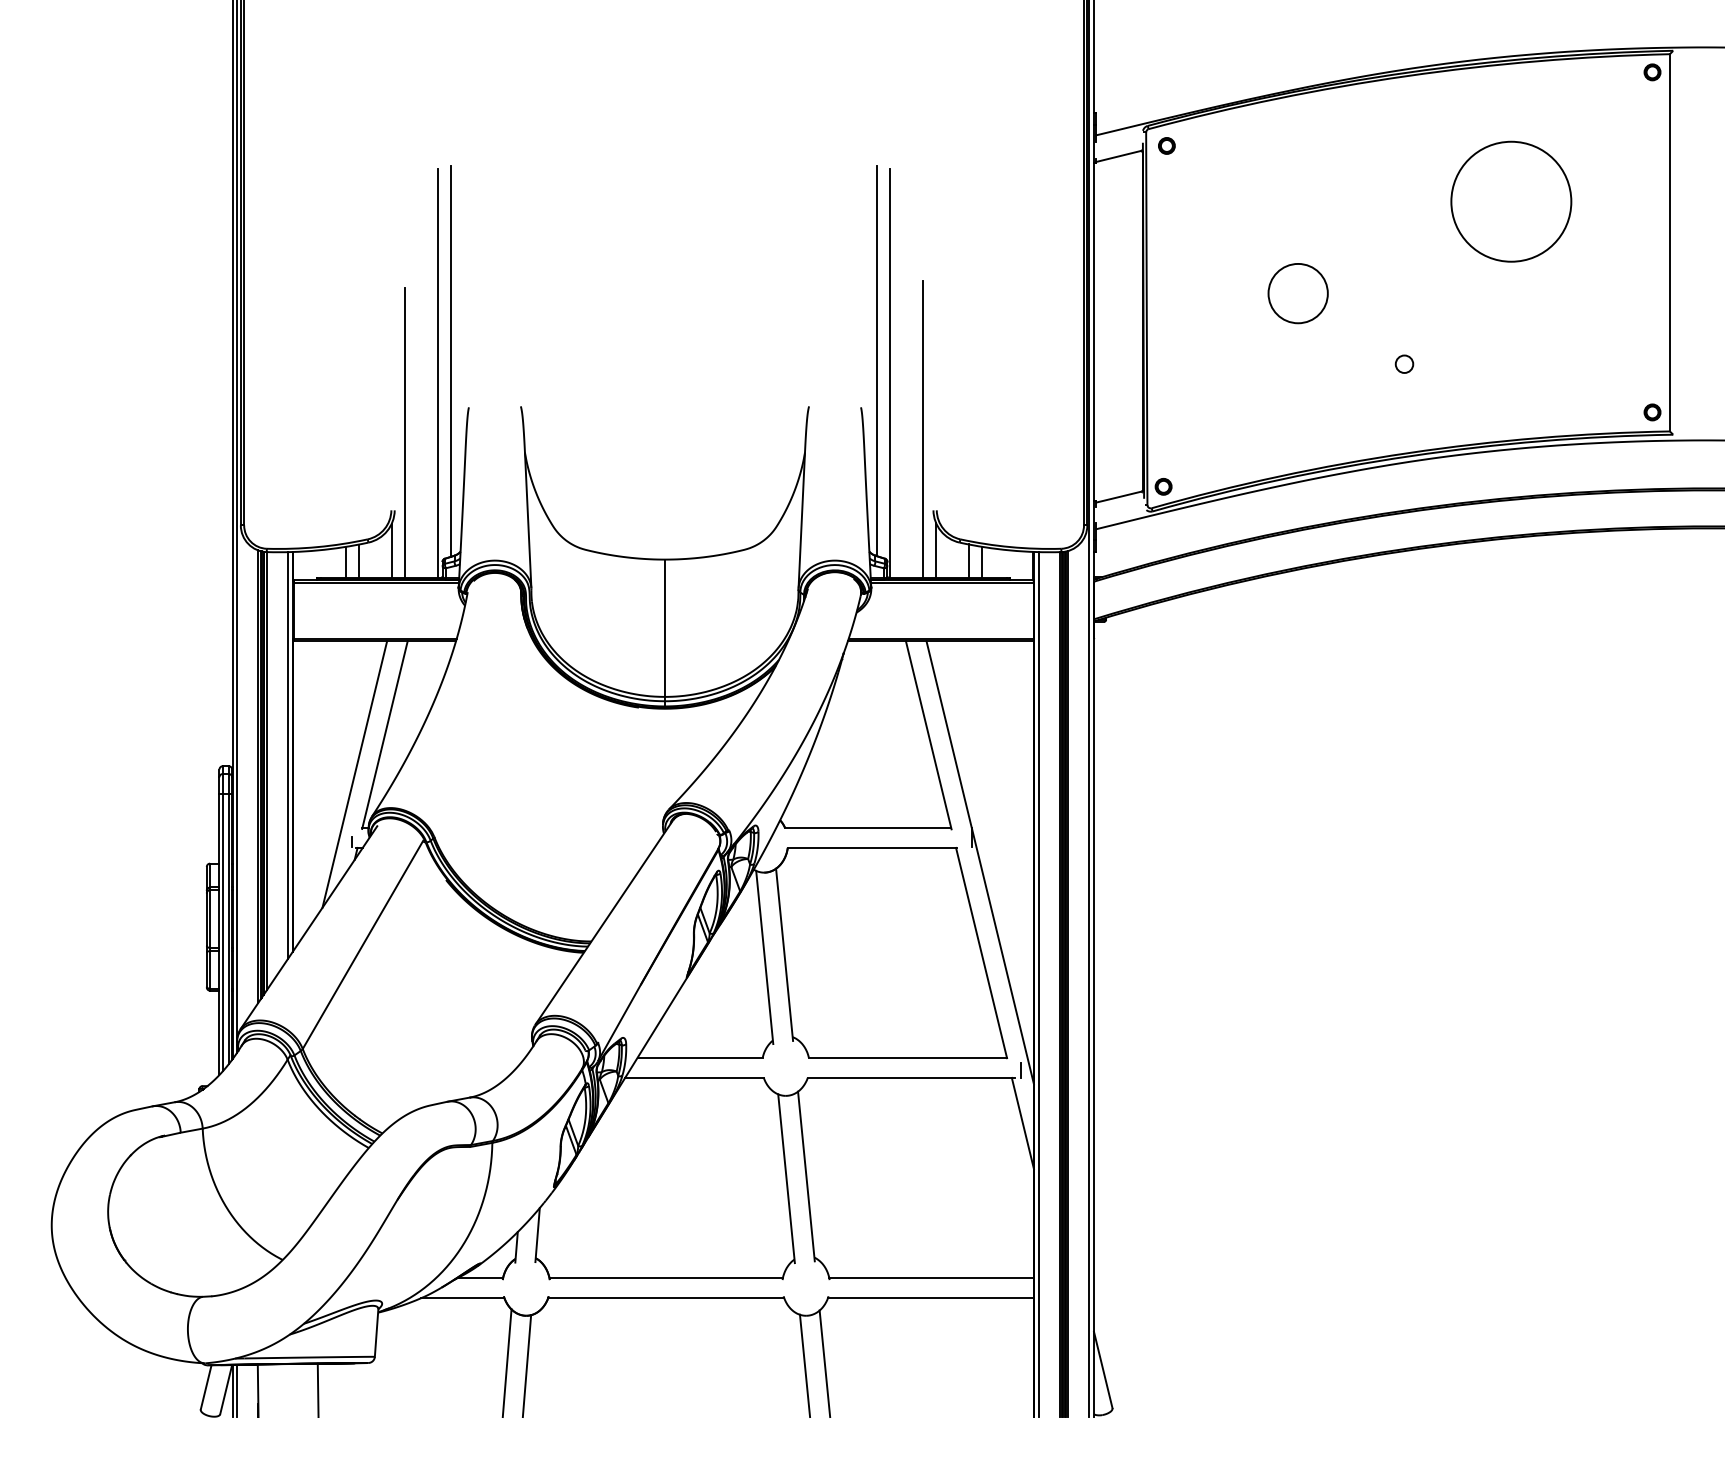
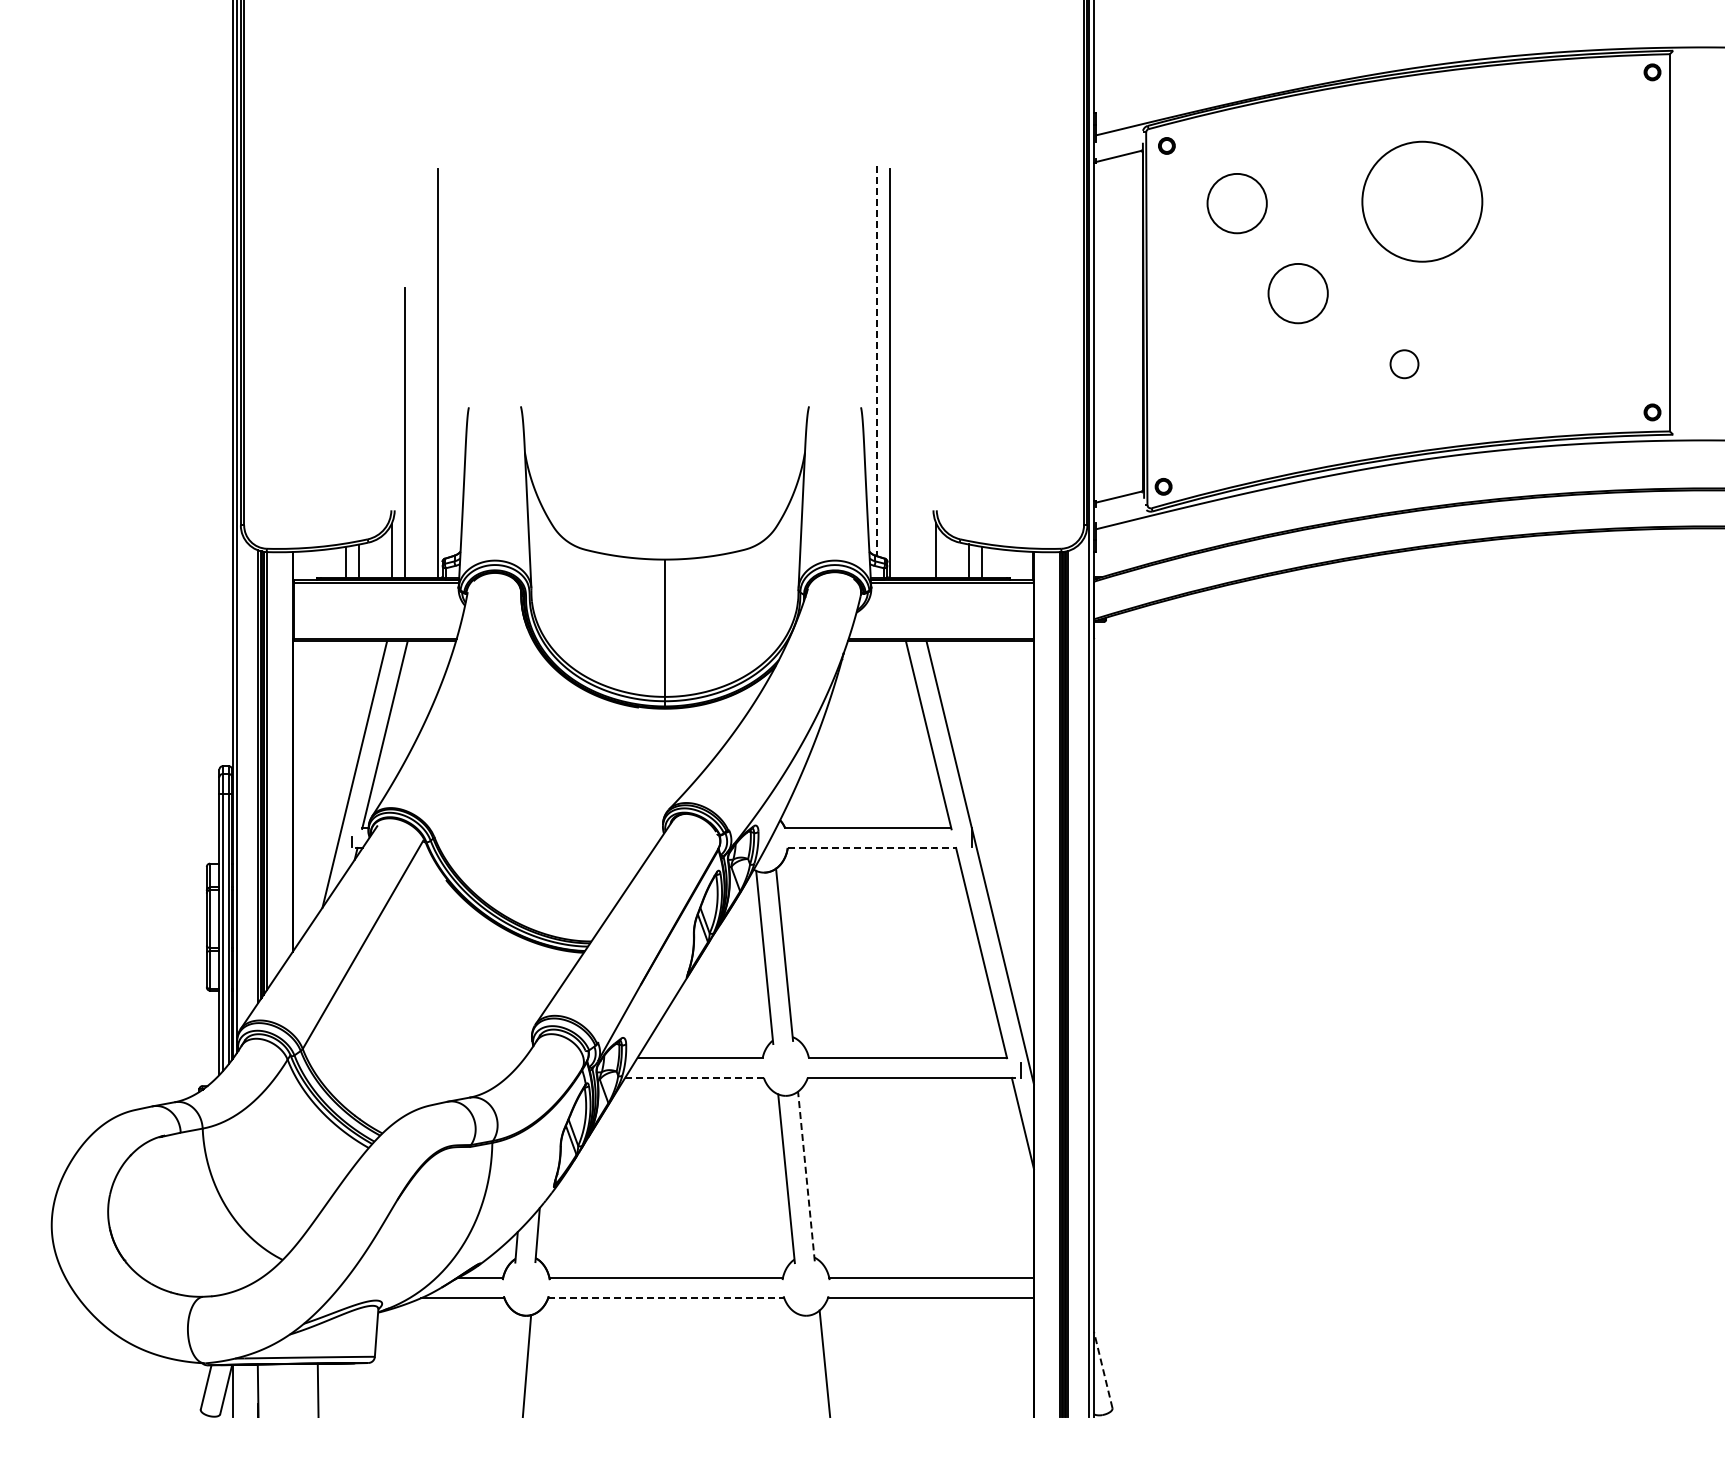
circle at (1511, 201) position: (1511, 201) -> (1422, 201)
circle at (1236, 203): none -> present
line at (451, 360): present -> none
line at (876, 361): solid -> dashed
circle at (1404, 363) diameter: 17 px -> 28 px
line at (922, 429): present -> none
line at (287, 755): present -> none
line at (872, 847): solid -> dashed
line at (1038, 984): present -> none
line at (694, 1077): solid -> dashed
line at (806, 1176): solid -> dashed
line at (666, 1298): solid -> dashed
line at (506, 1363): present -> none
line at (804, 1365): present -> none
line at (1103, 1369): solid -> dashed
line at (237, 1391): present -> none
